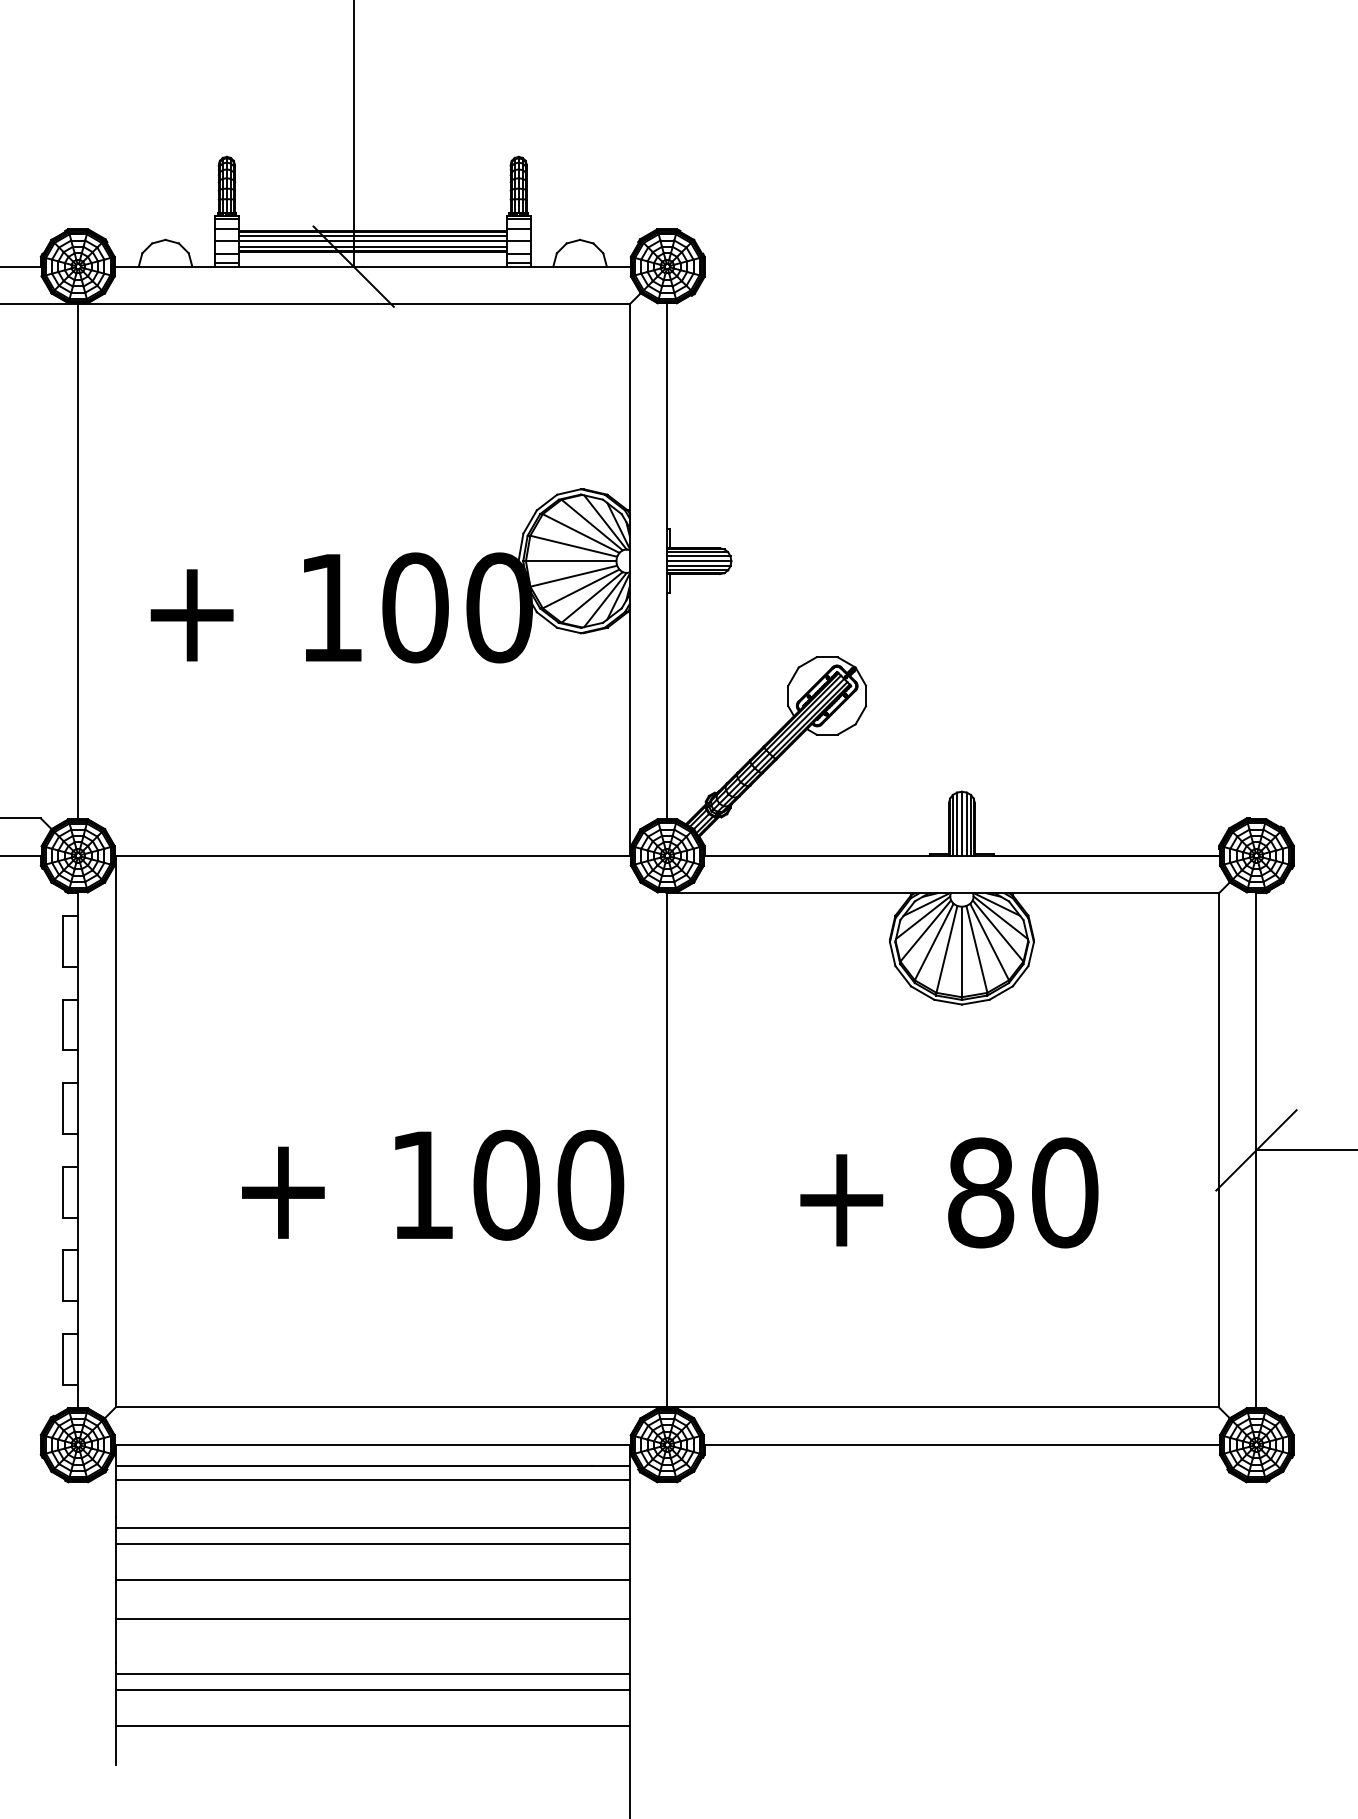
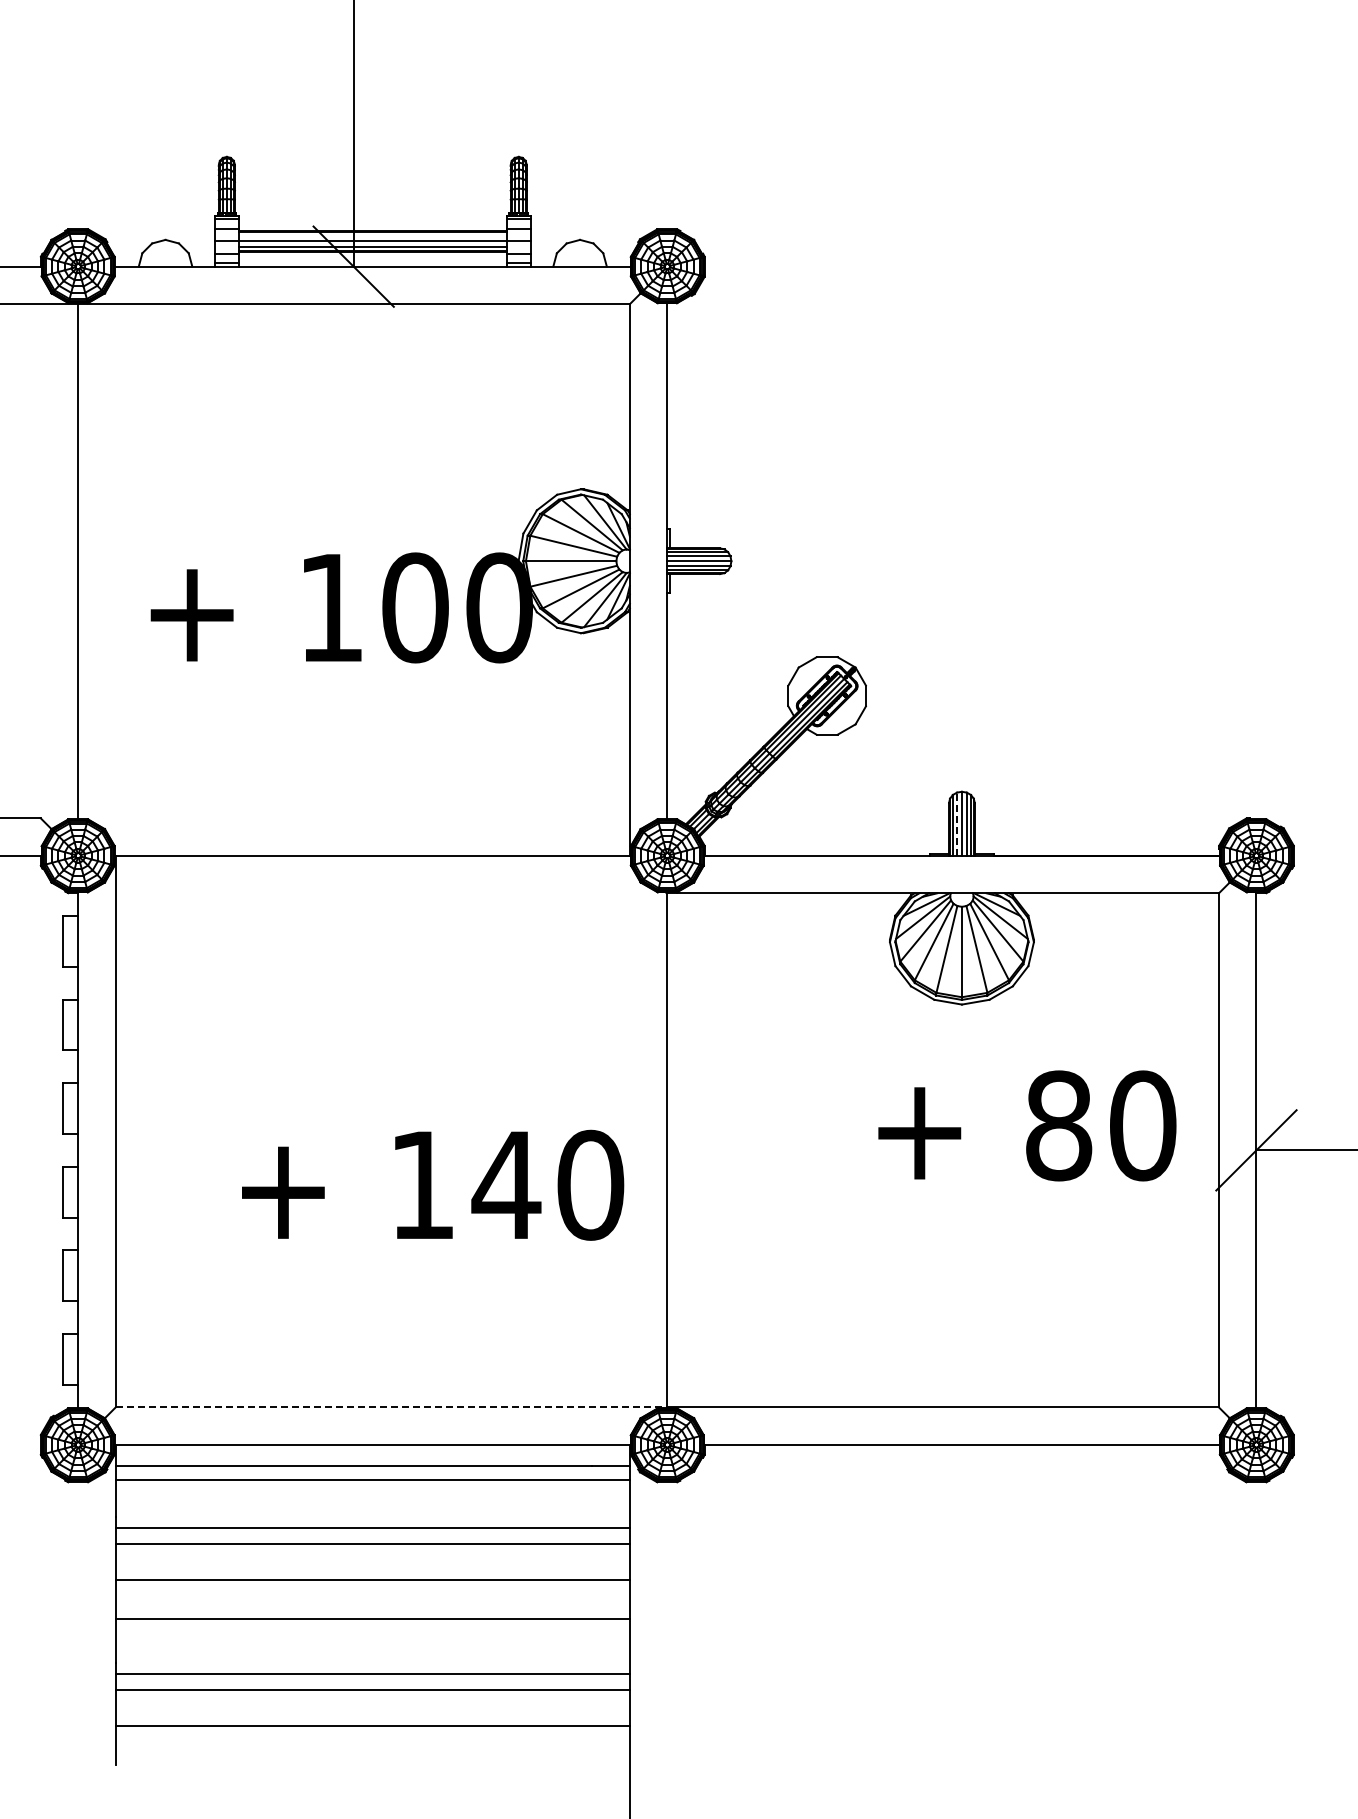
line at (372, 235): present -> none
line at (957, 824): solid -> dashed
text at (506, 1184): 100 -> 140
text at (949, 1192) position: (949, 1192) -> (1027, 1125)
line at (391, 1407): solid -> dashed
